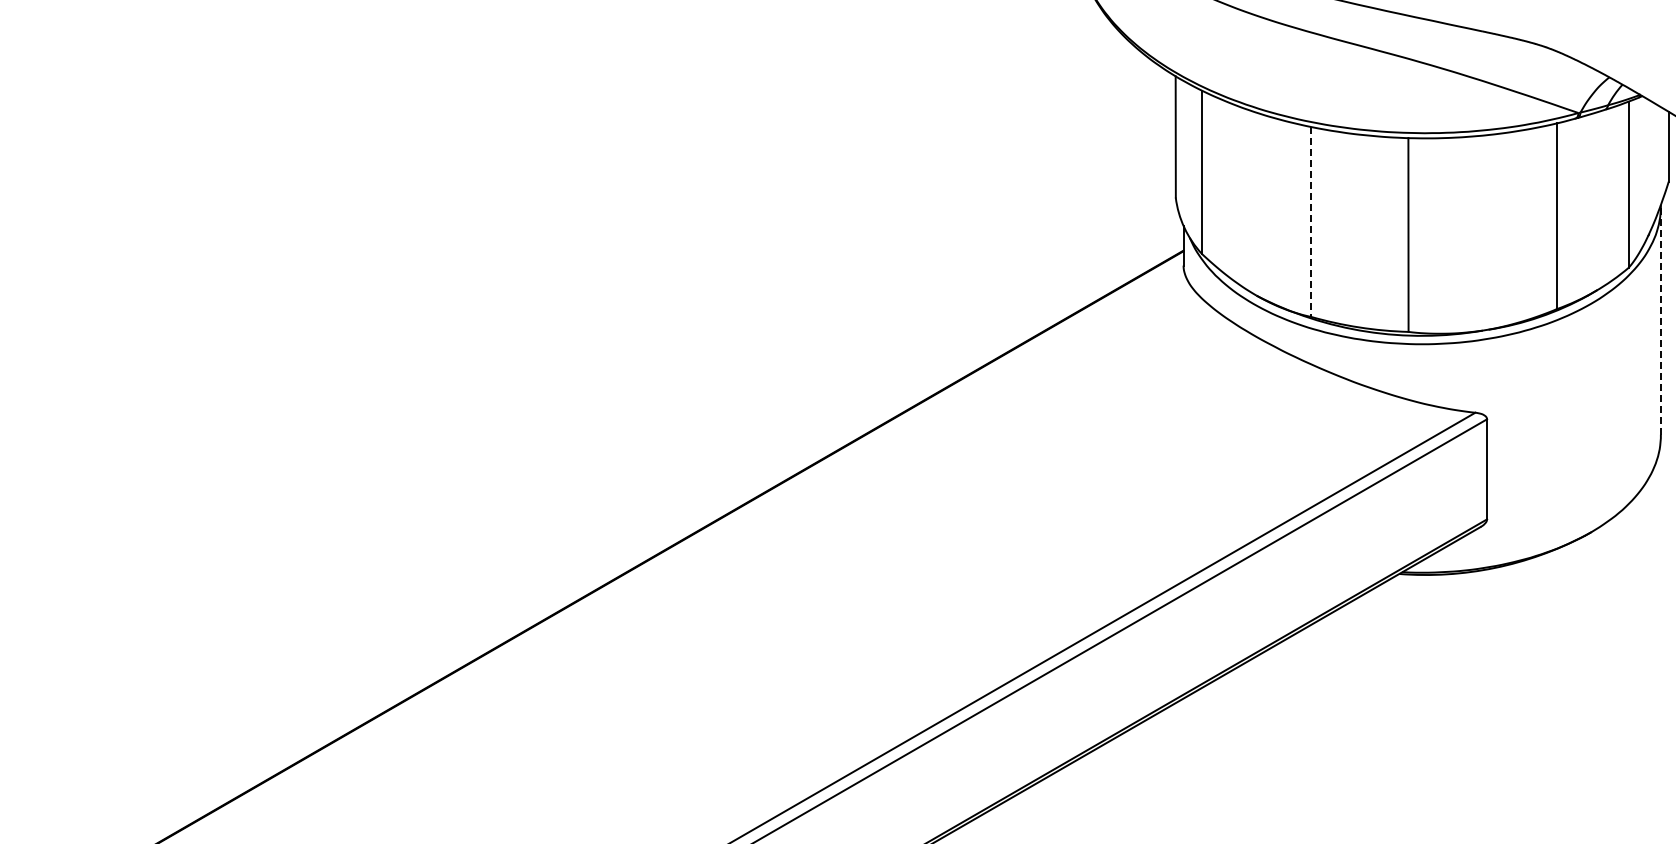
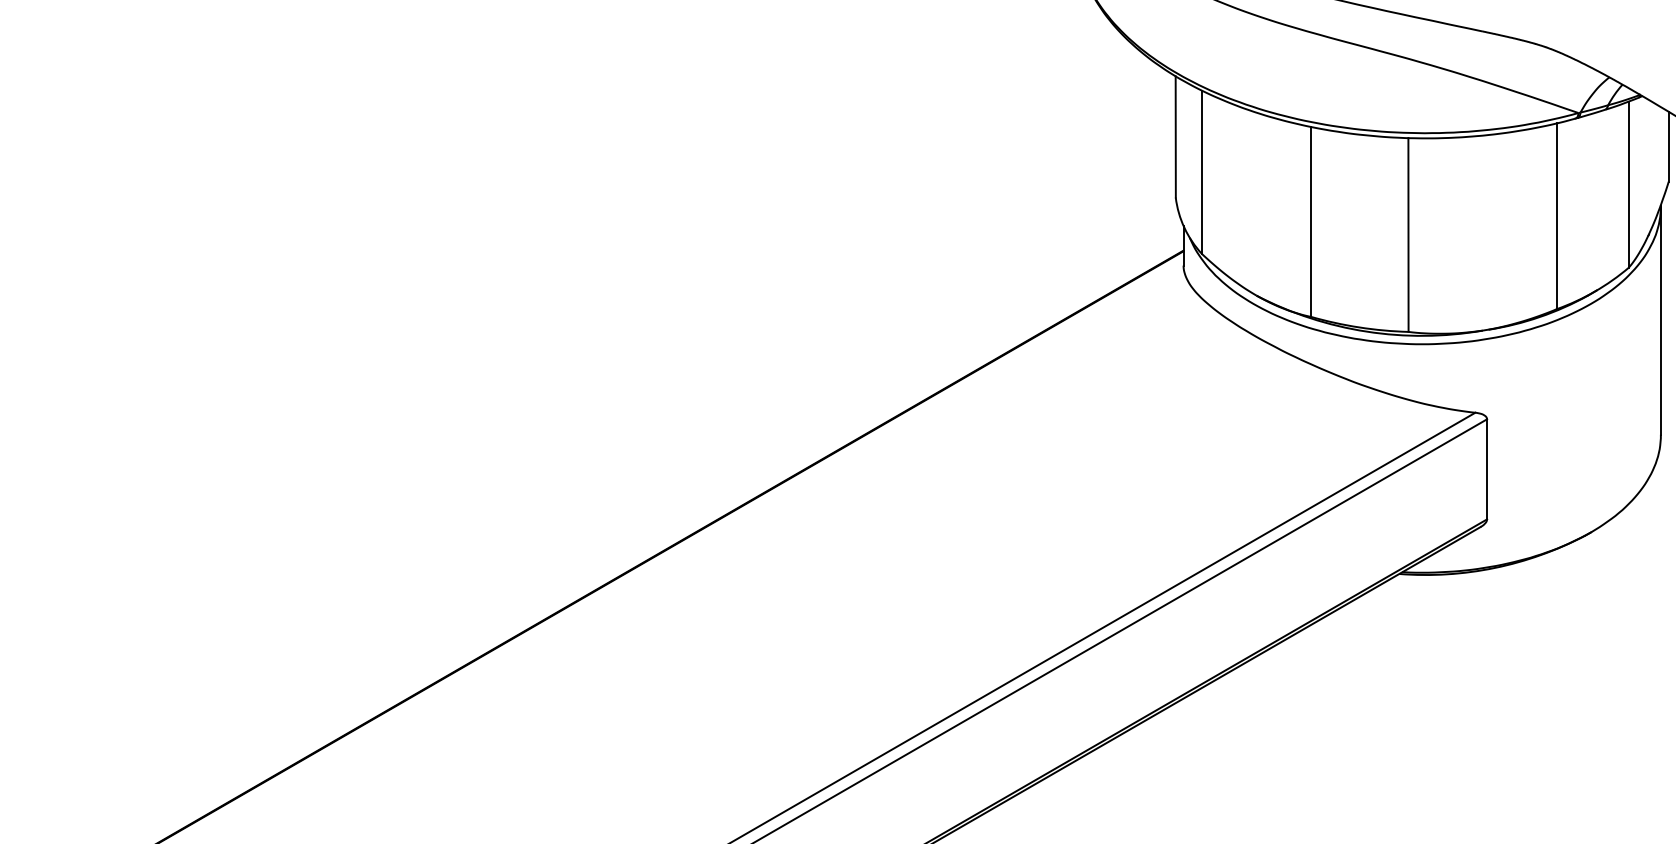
line at (1310, 221): dashed -> solid
line at (1660, 320): dashed -> solid
